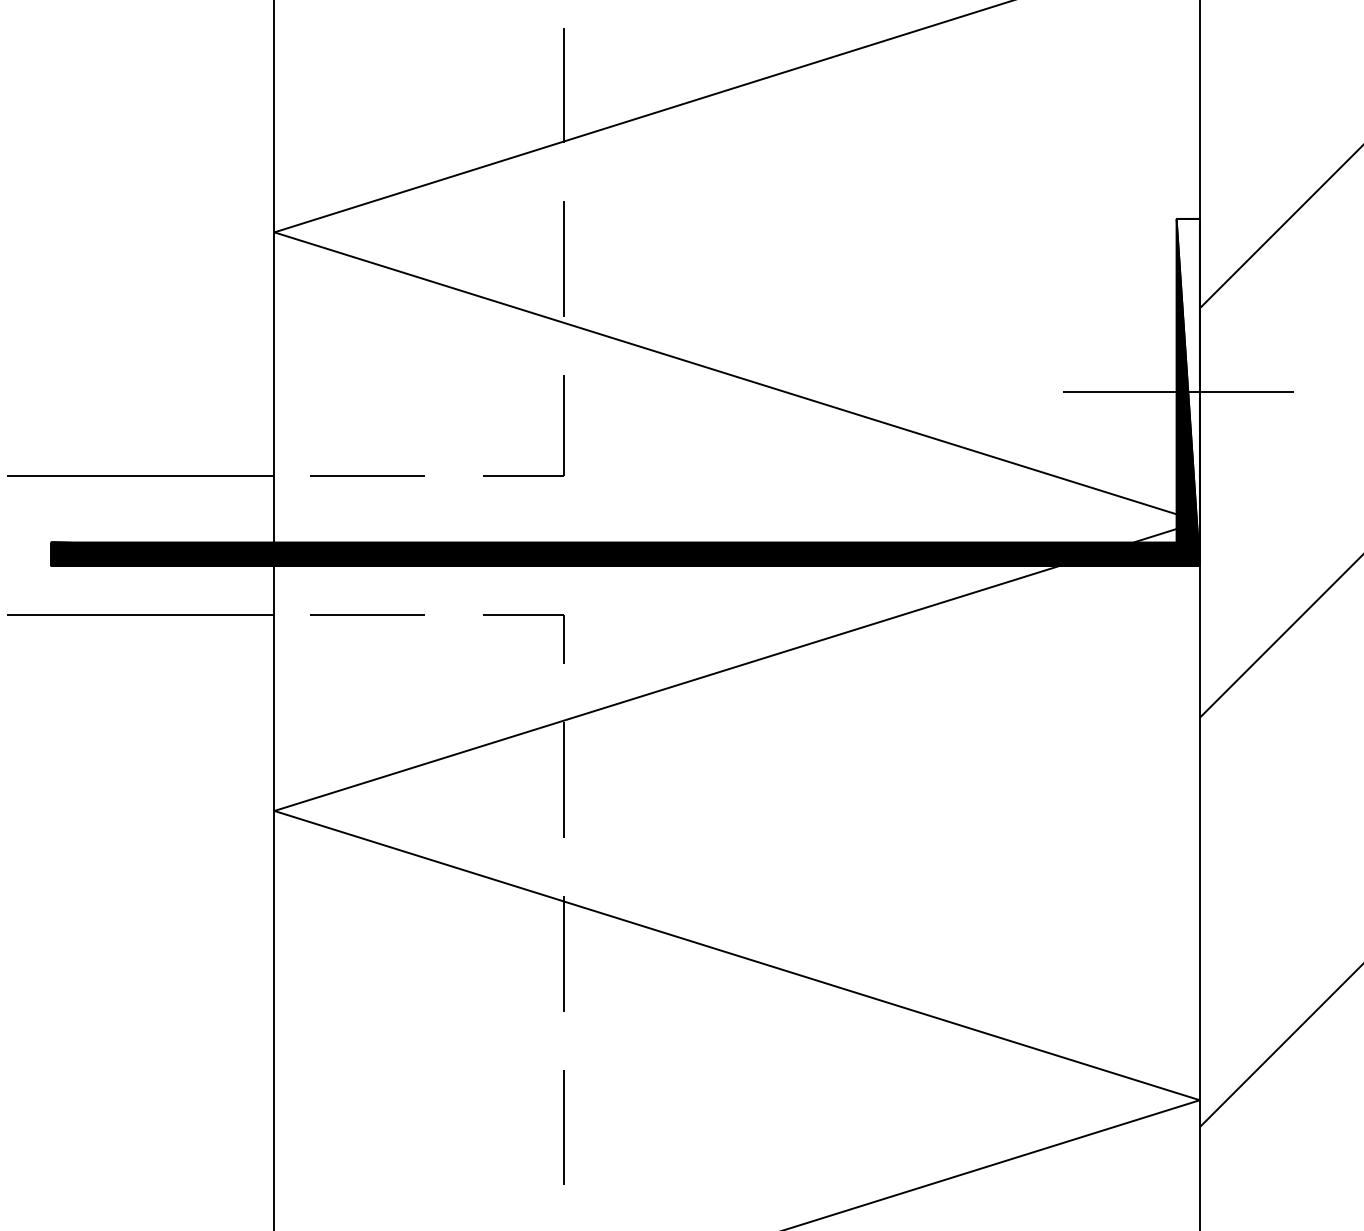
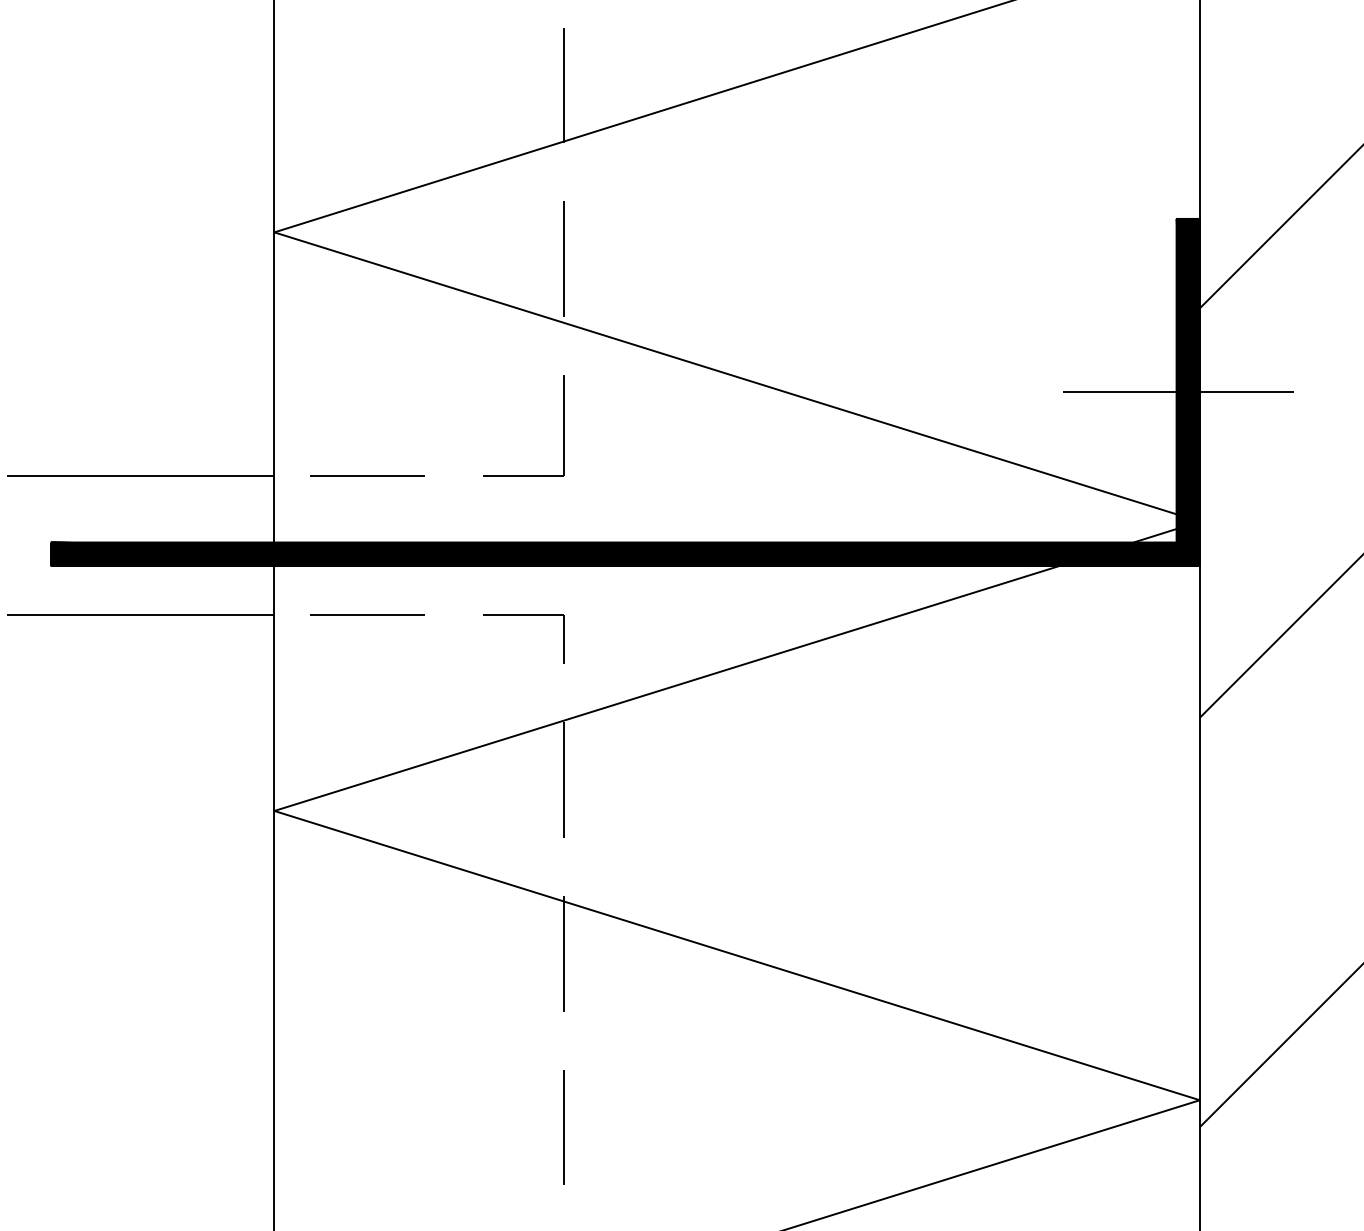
fill at (1187, 391): none -> present
